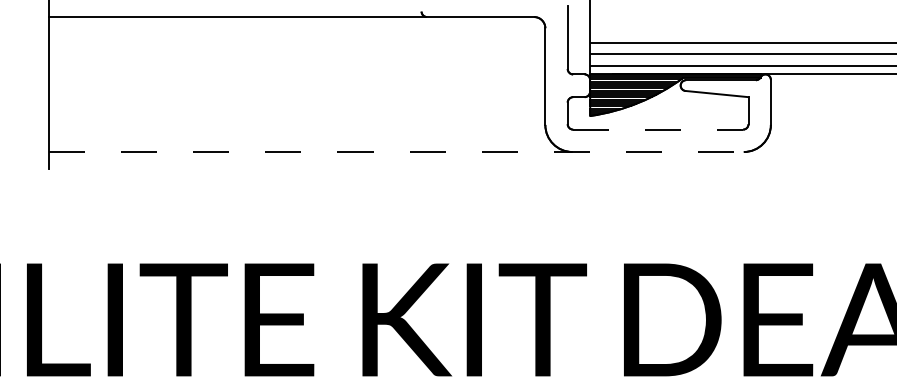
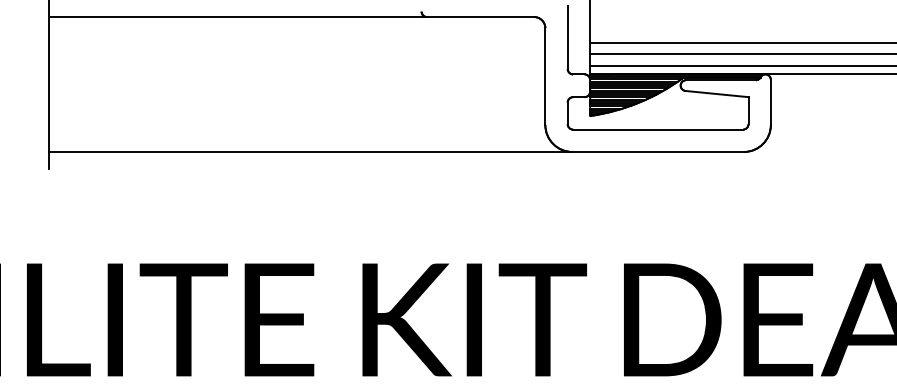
line at (658, 129): dashed -> solid
line at (396, 152): dashed -> solid
